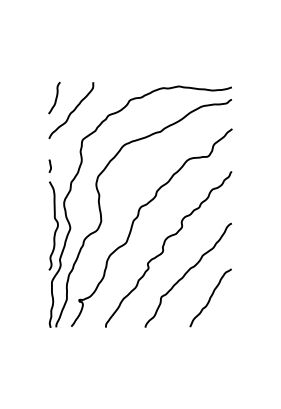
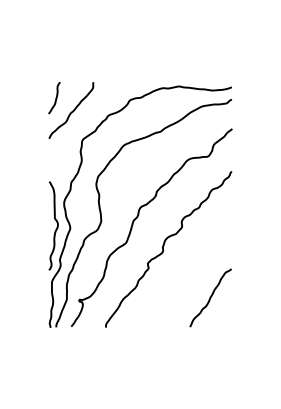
curve at (49, 165): present -> none
curve at (187, 273): present -> none
